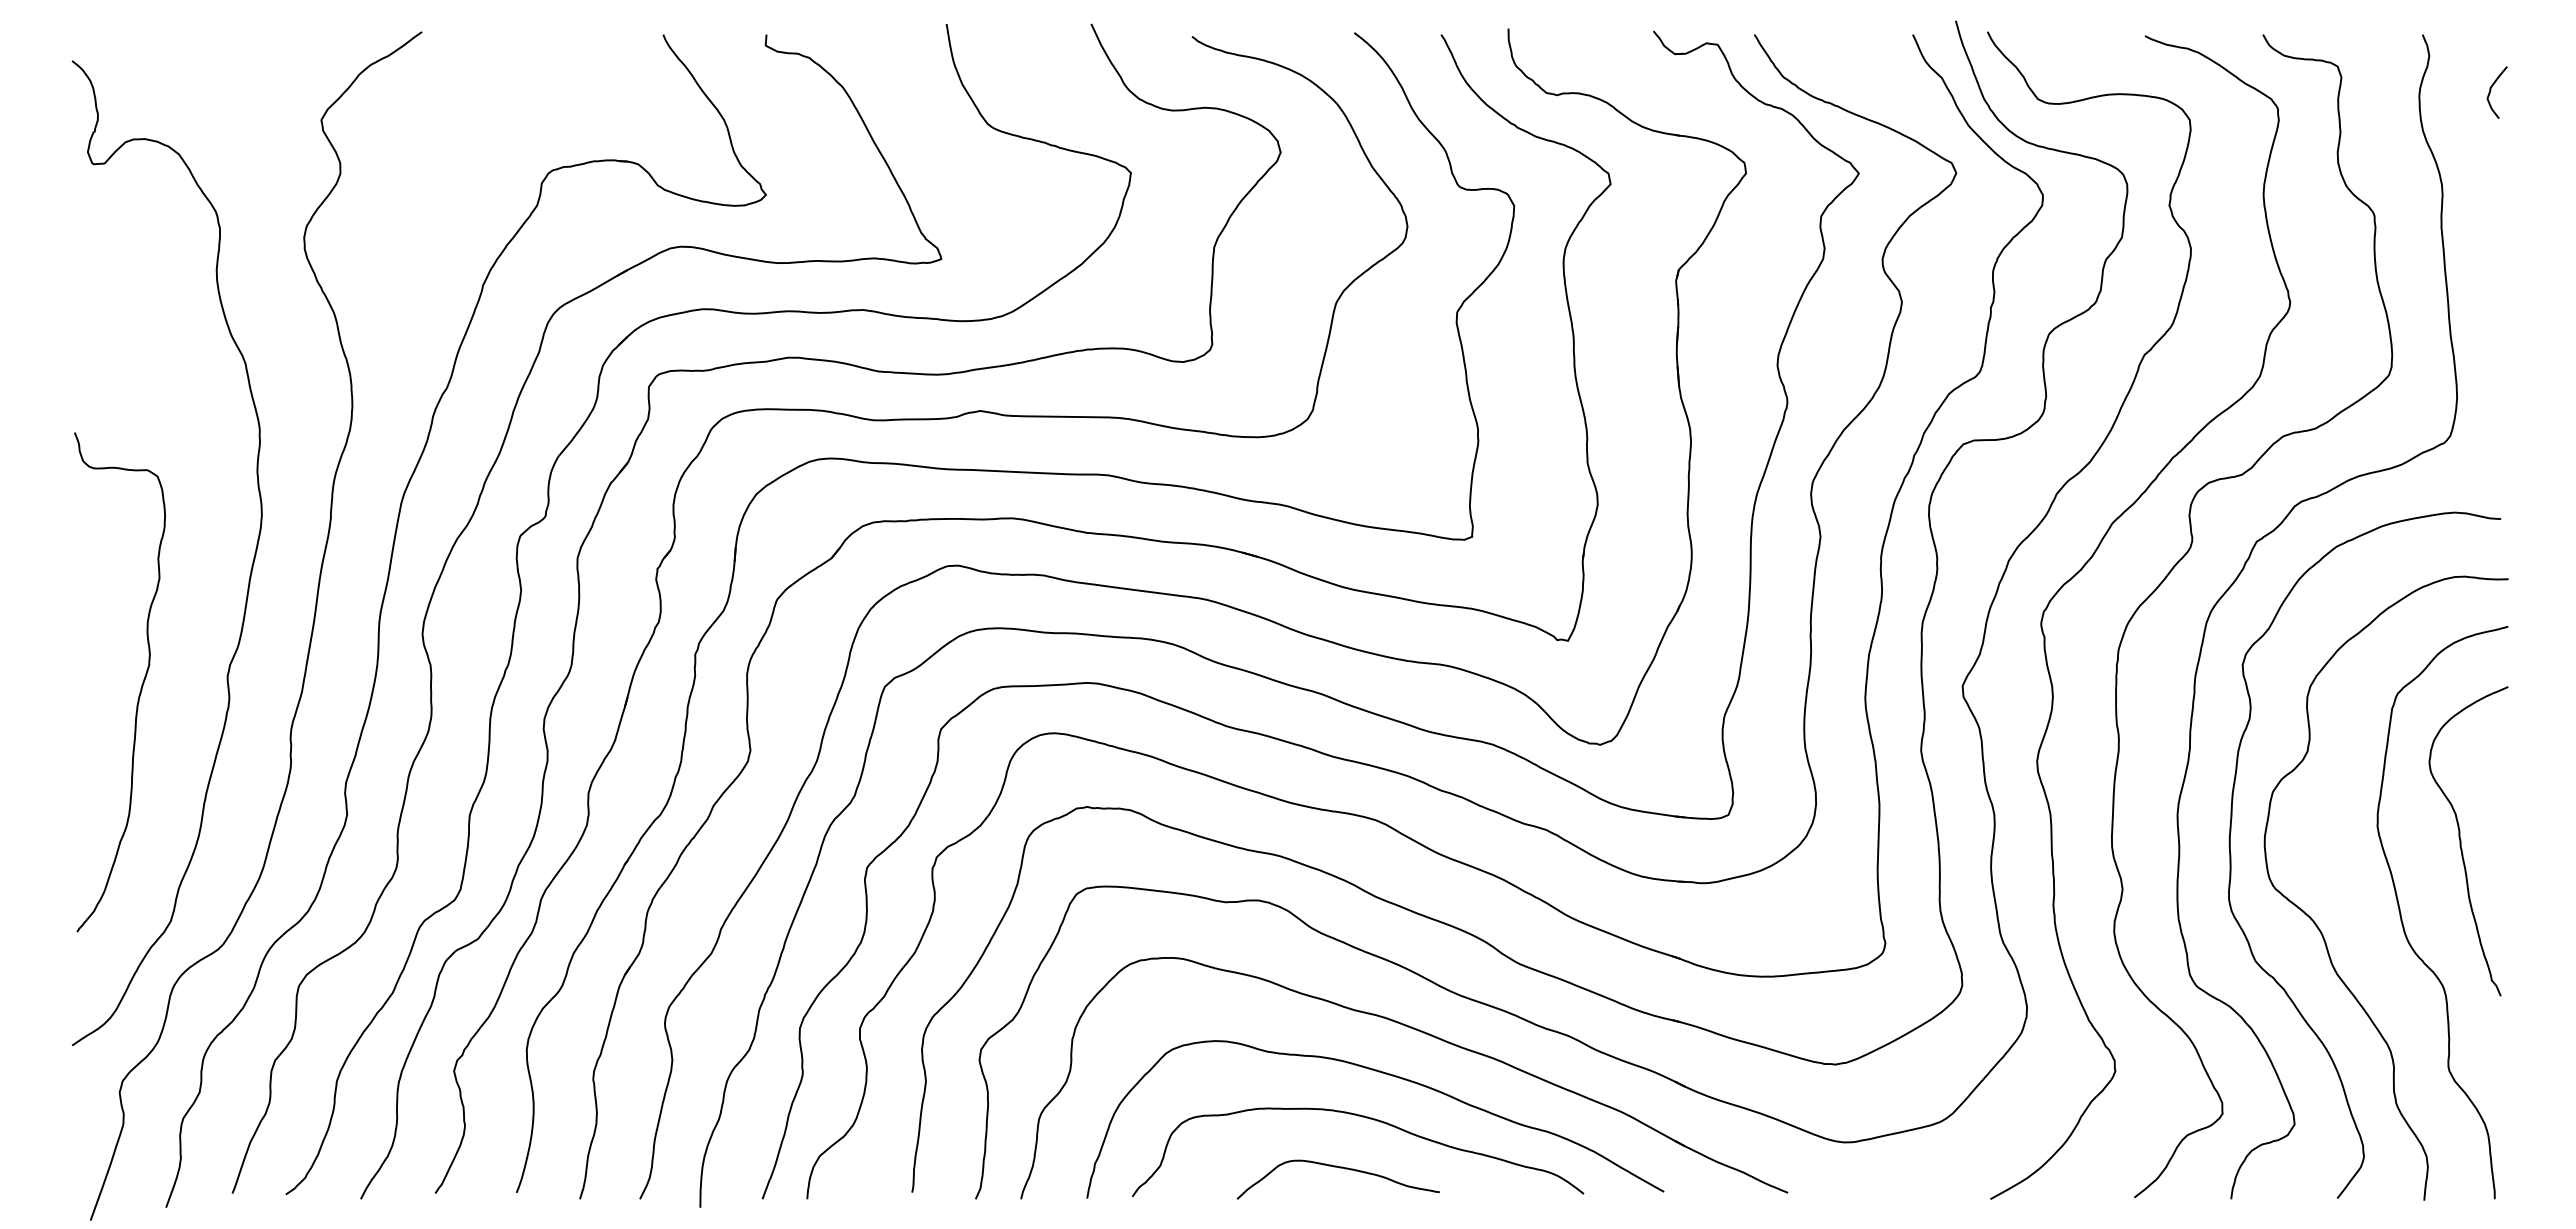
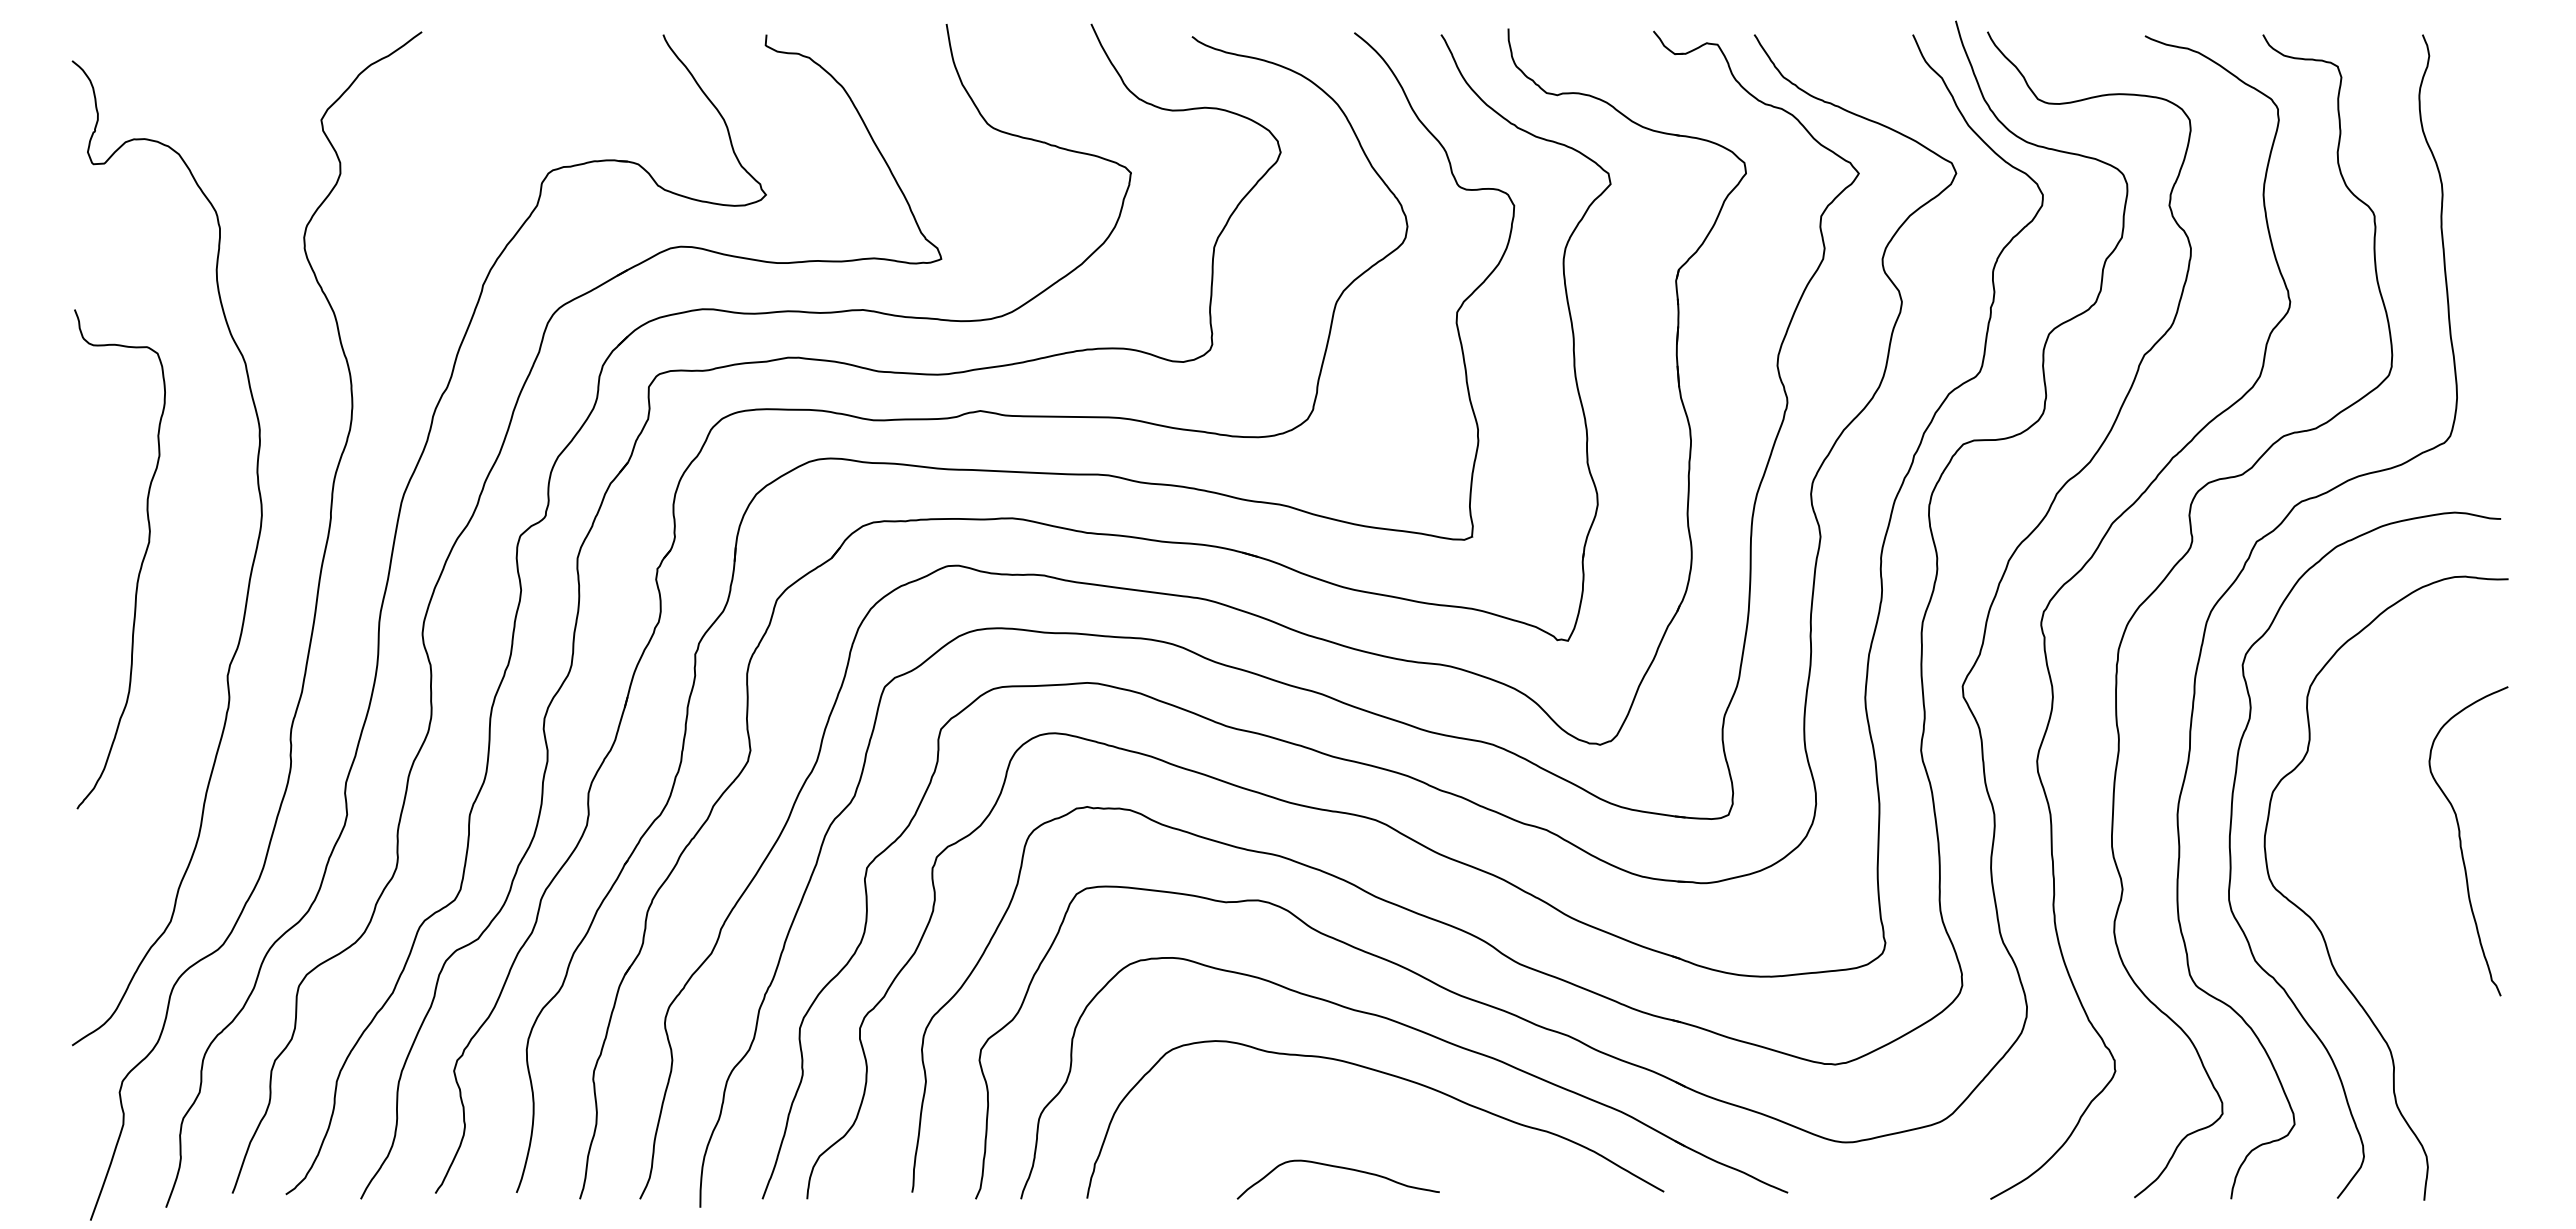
curve at (2491, 90): present -> none
curve at (140, 688) position: (140, 688) -> (140, 565)
curve at (2402, 918): present -> none
curve at (1366, 1118): present -> none
